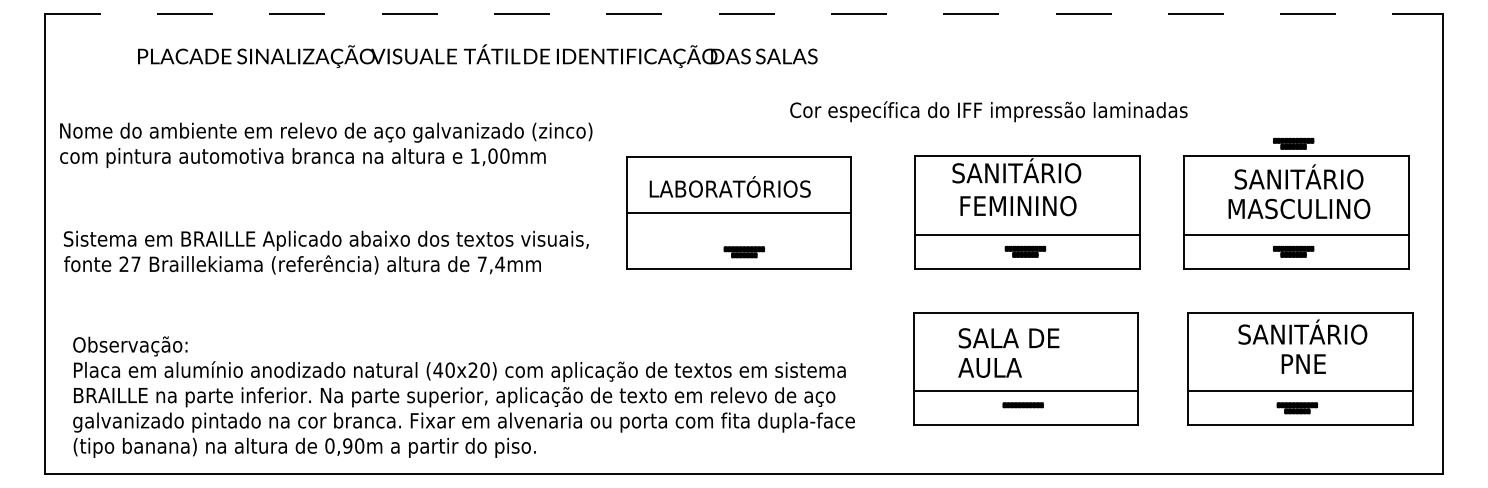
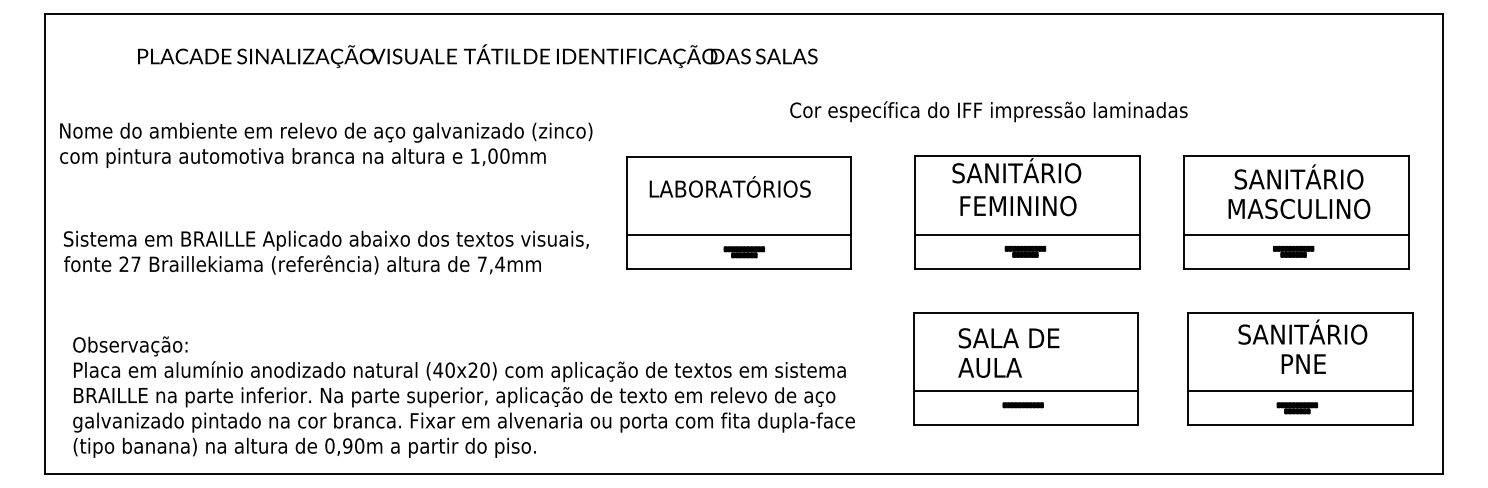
line at (744, 14): dashed -> solid
part at (1293, 143): present -> none
line at (738, 213) position: (738, 213) -> (738, 235)
